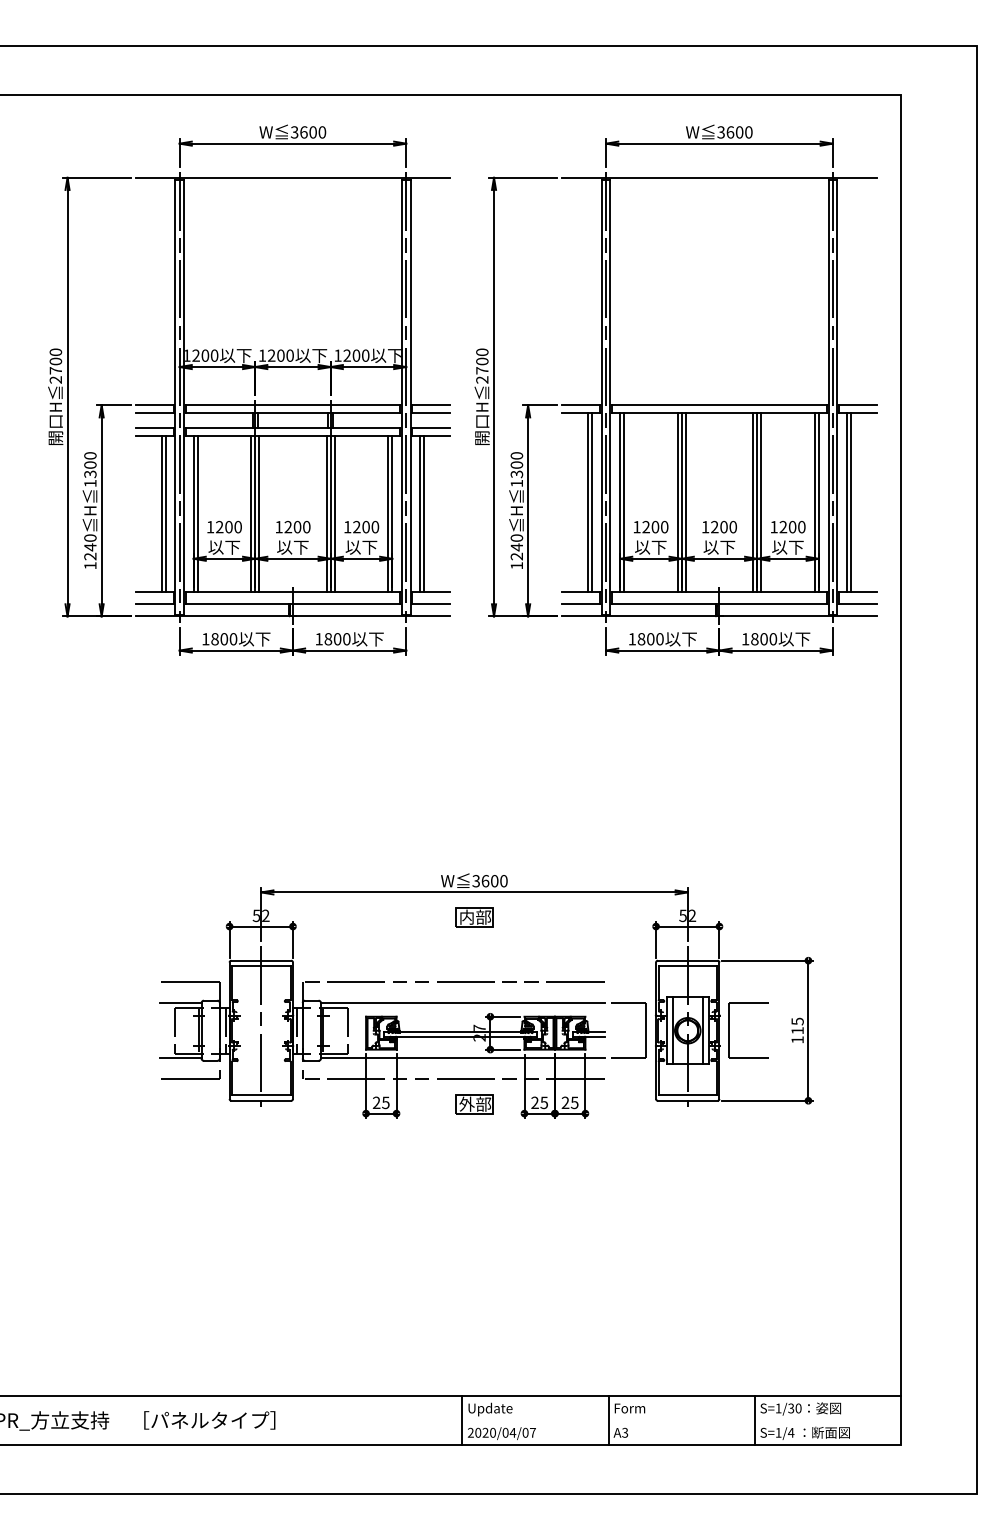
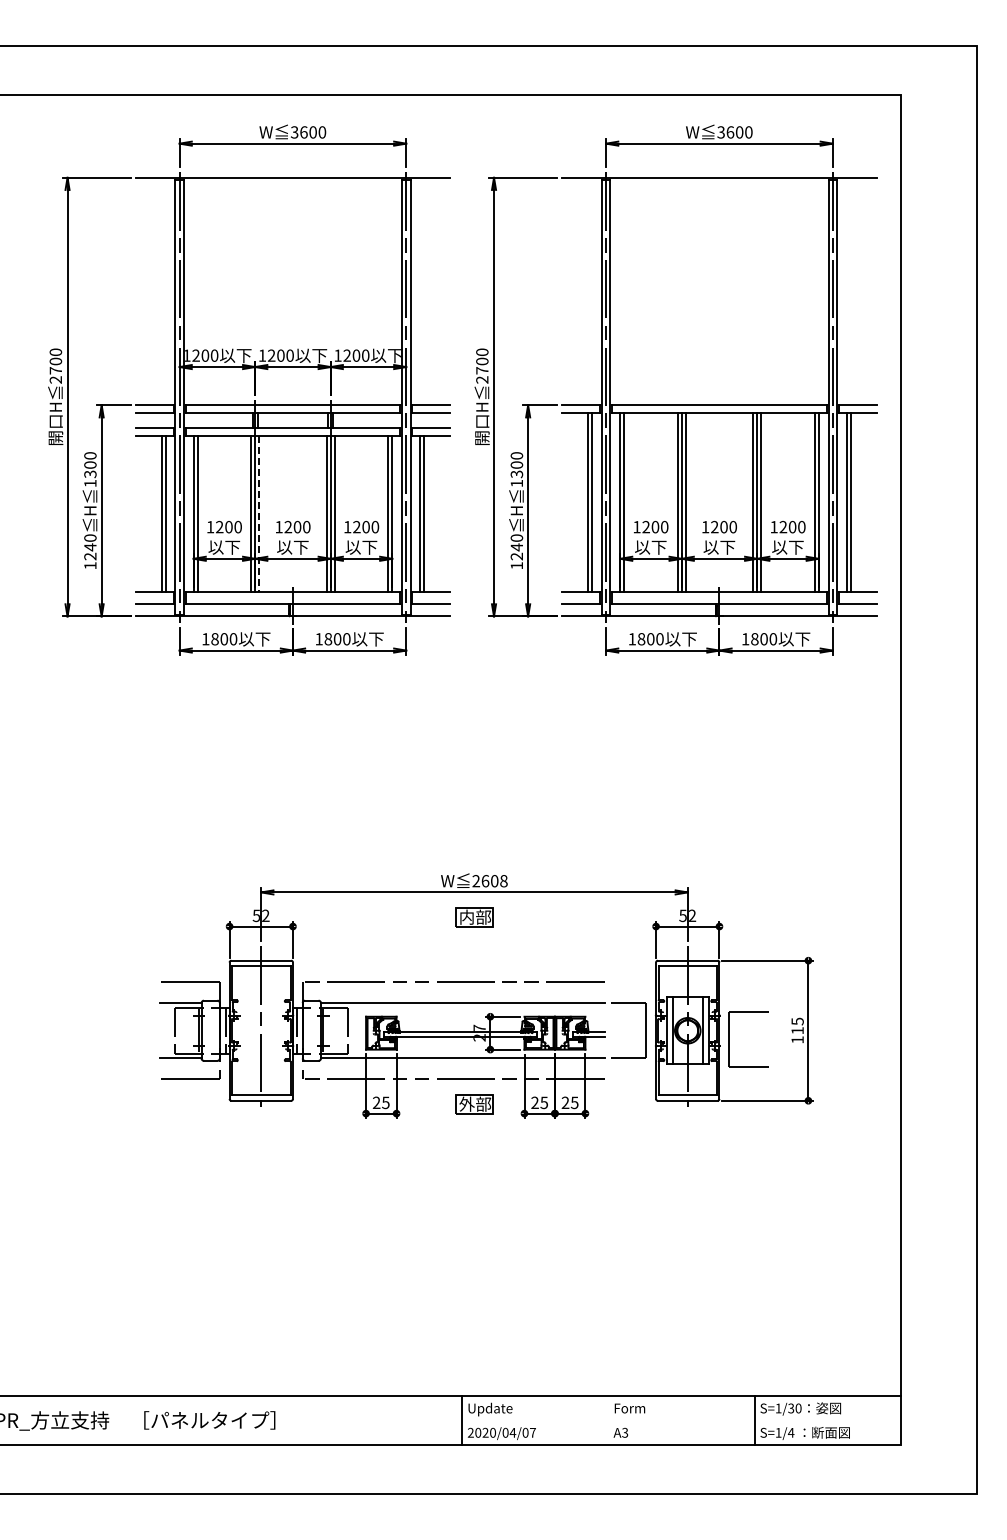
line at (259, 514): solid -> dashed
text at (489, 881): 3600 -> 2608
part at (729, 1030) position: (729, 1030) -> (729, 1039)
line at (608, 1420): present -> none
